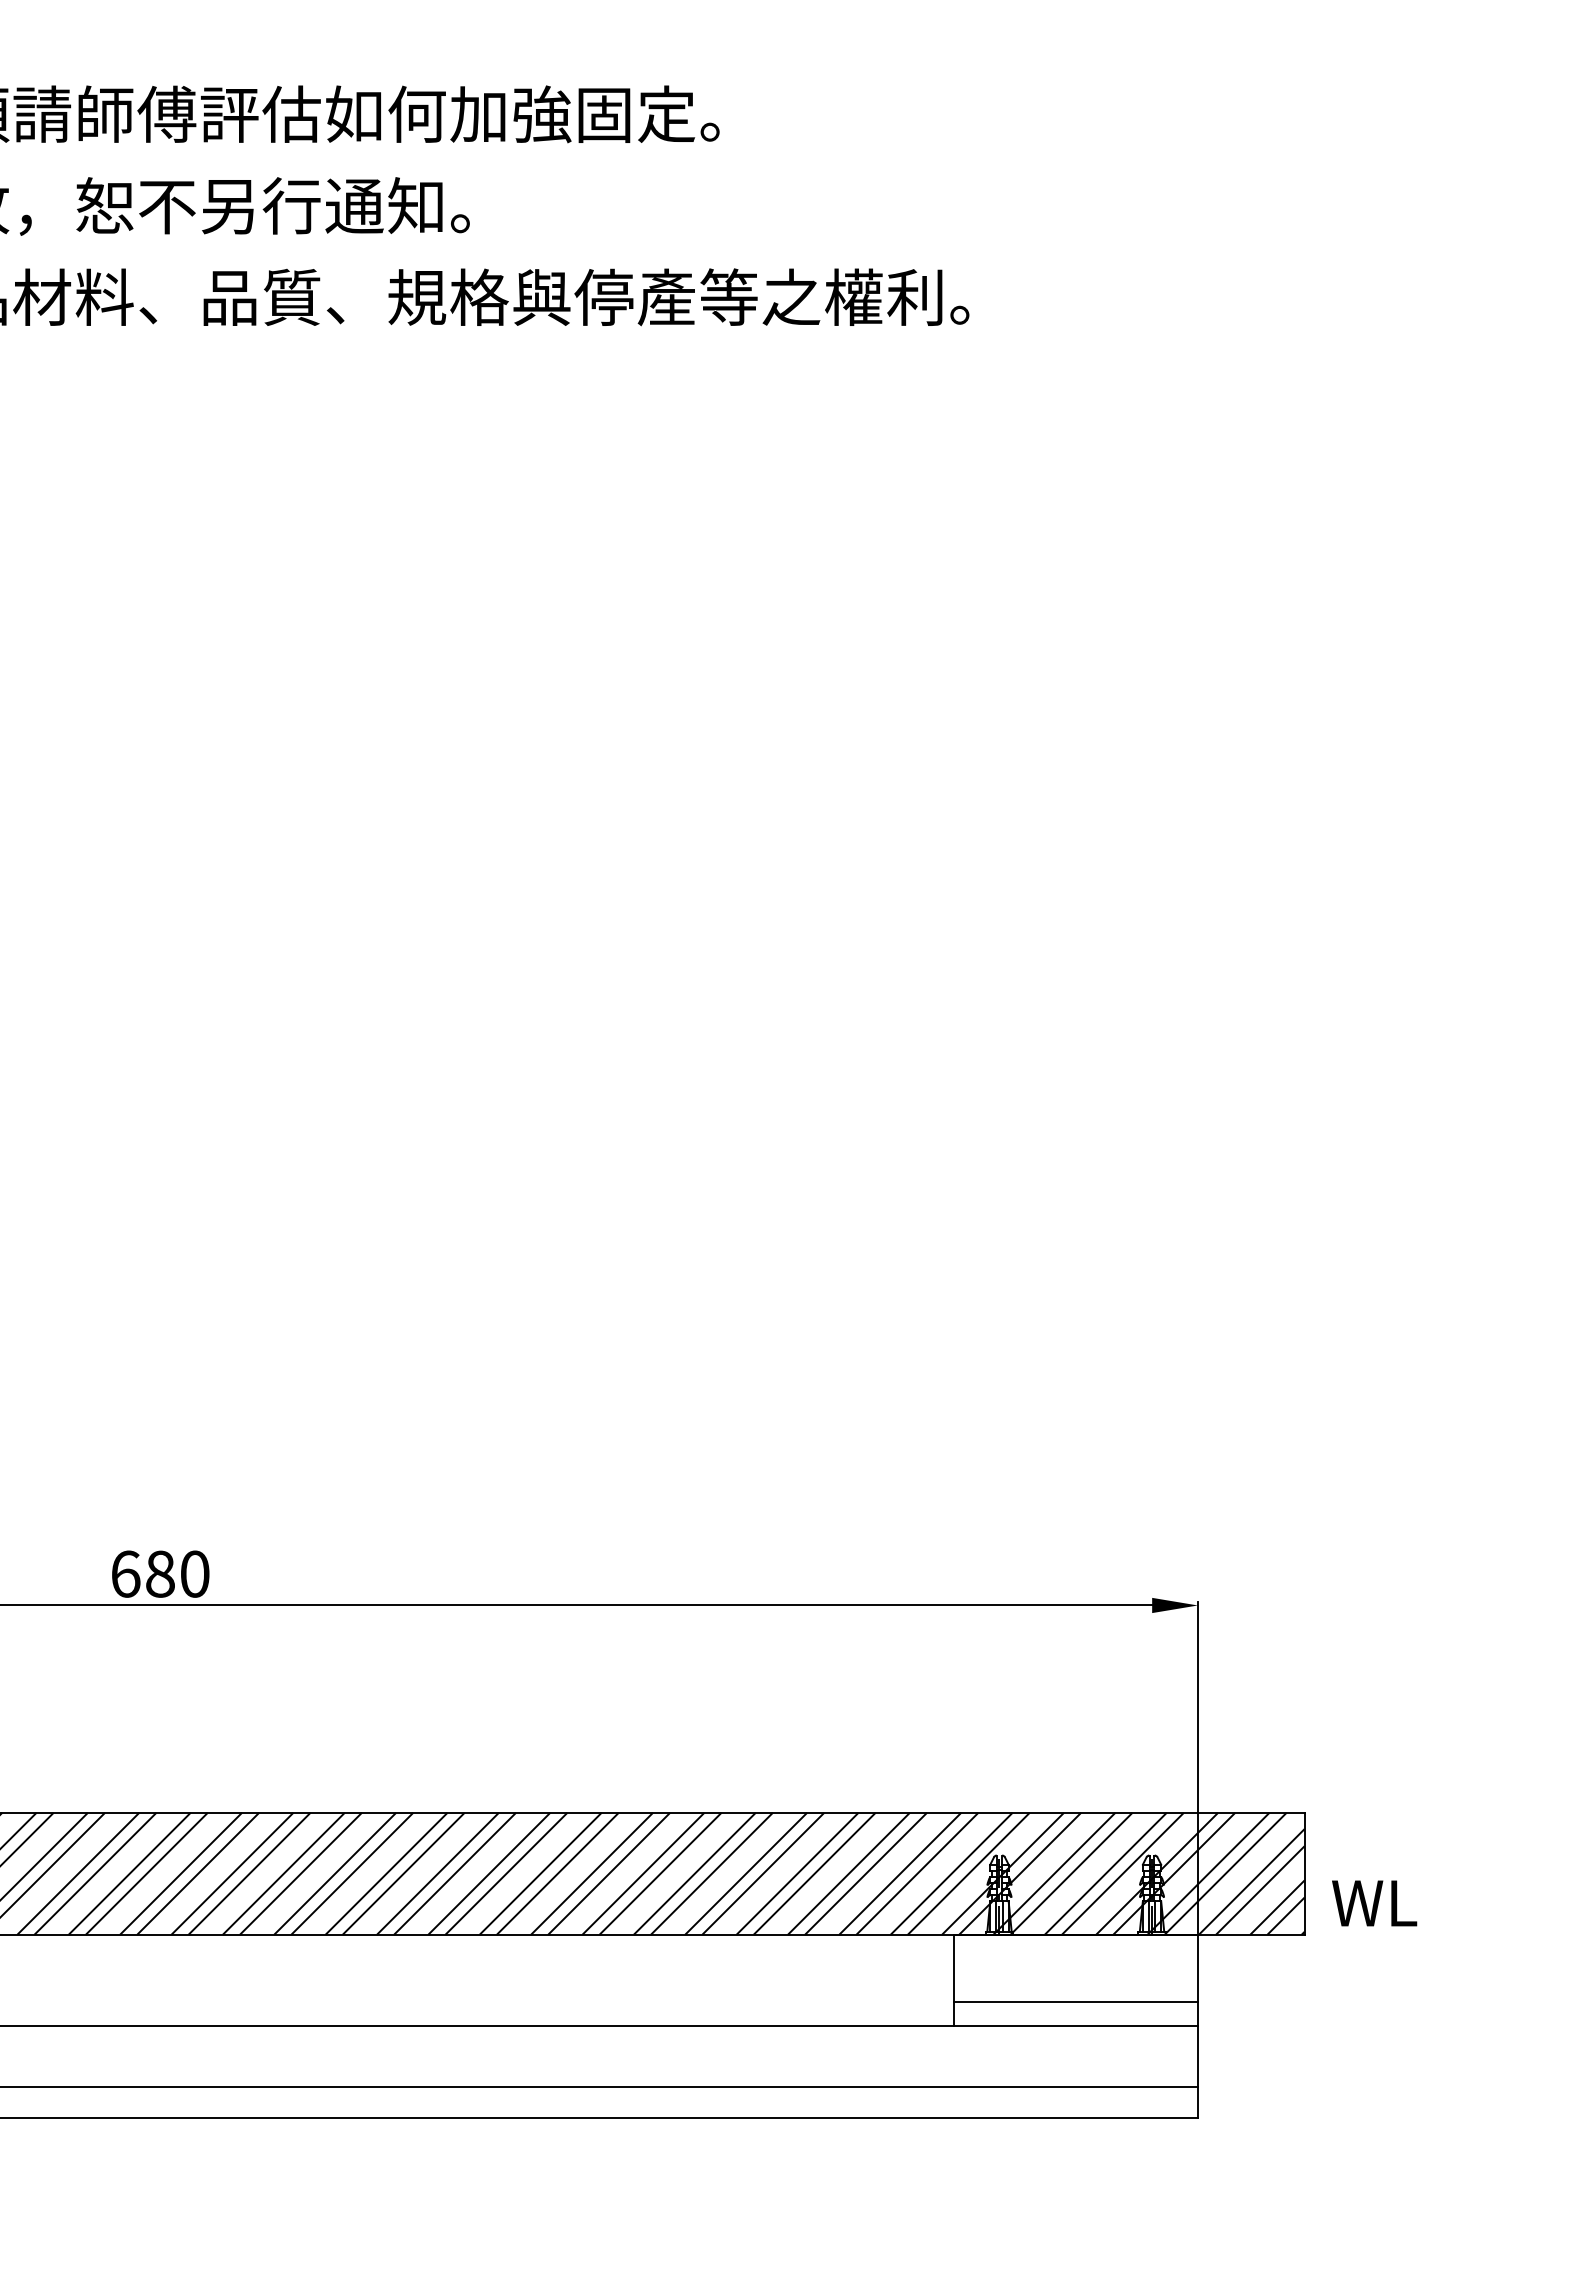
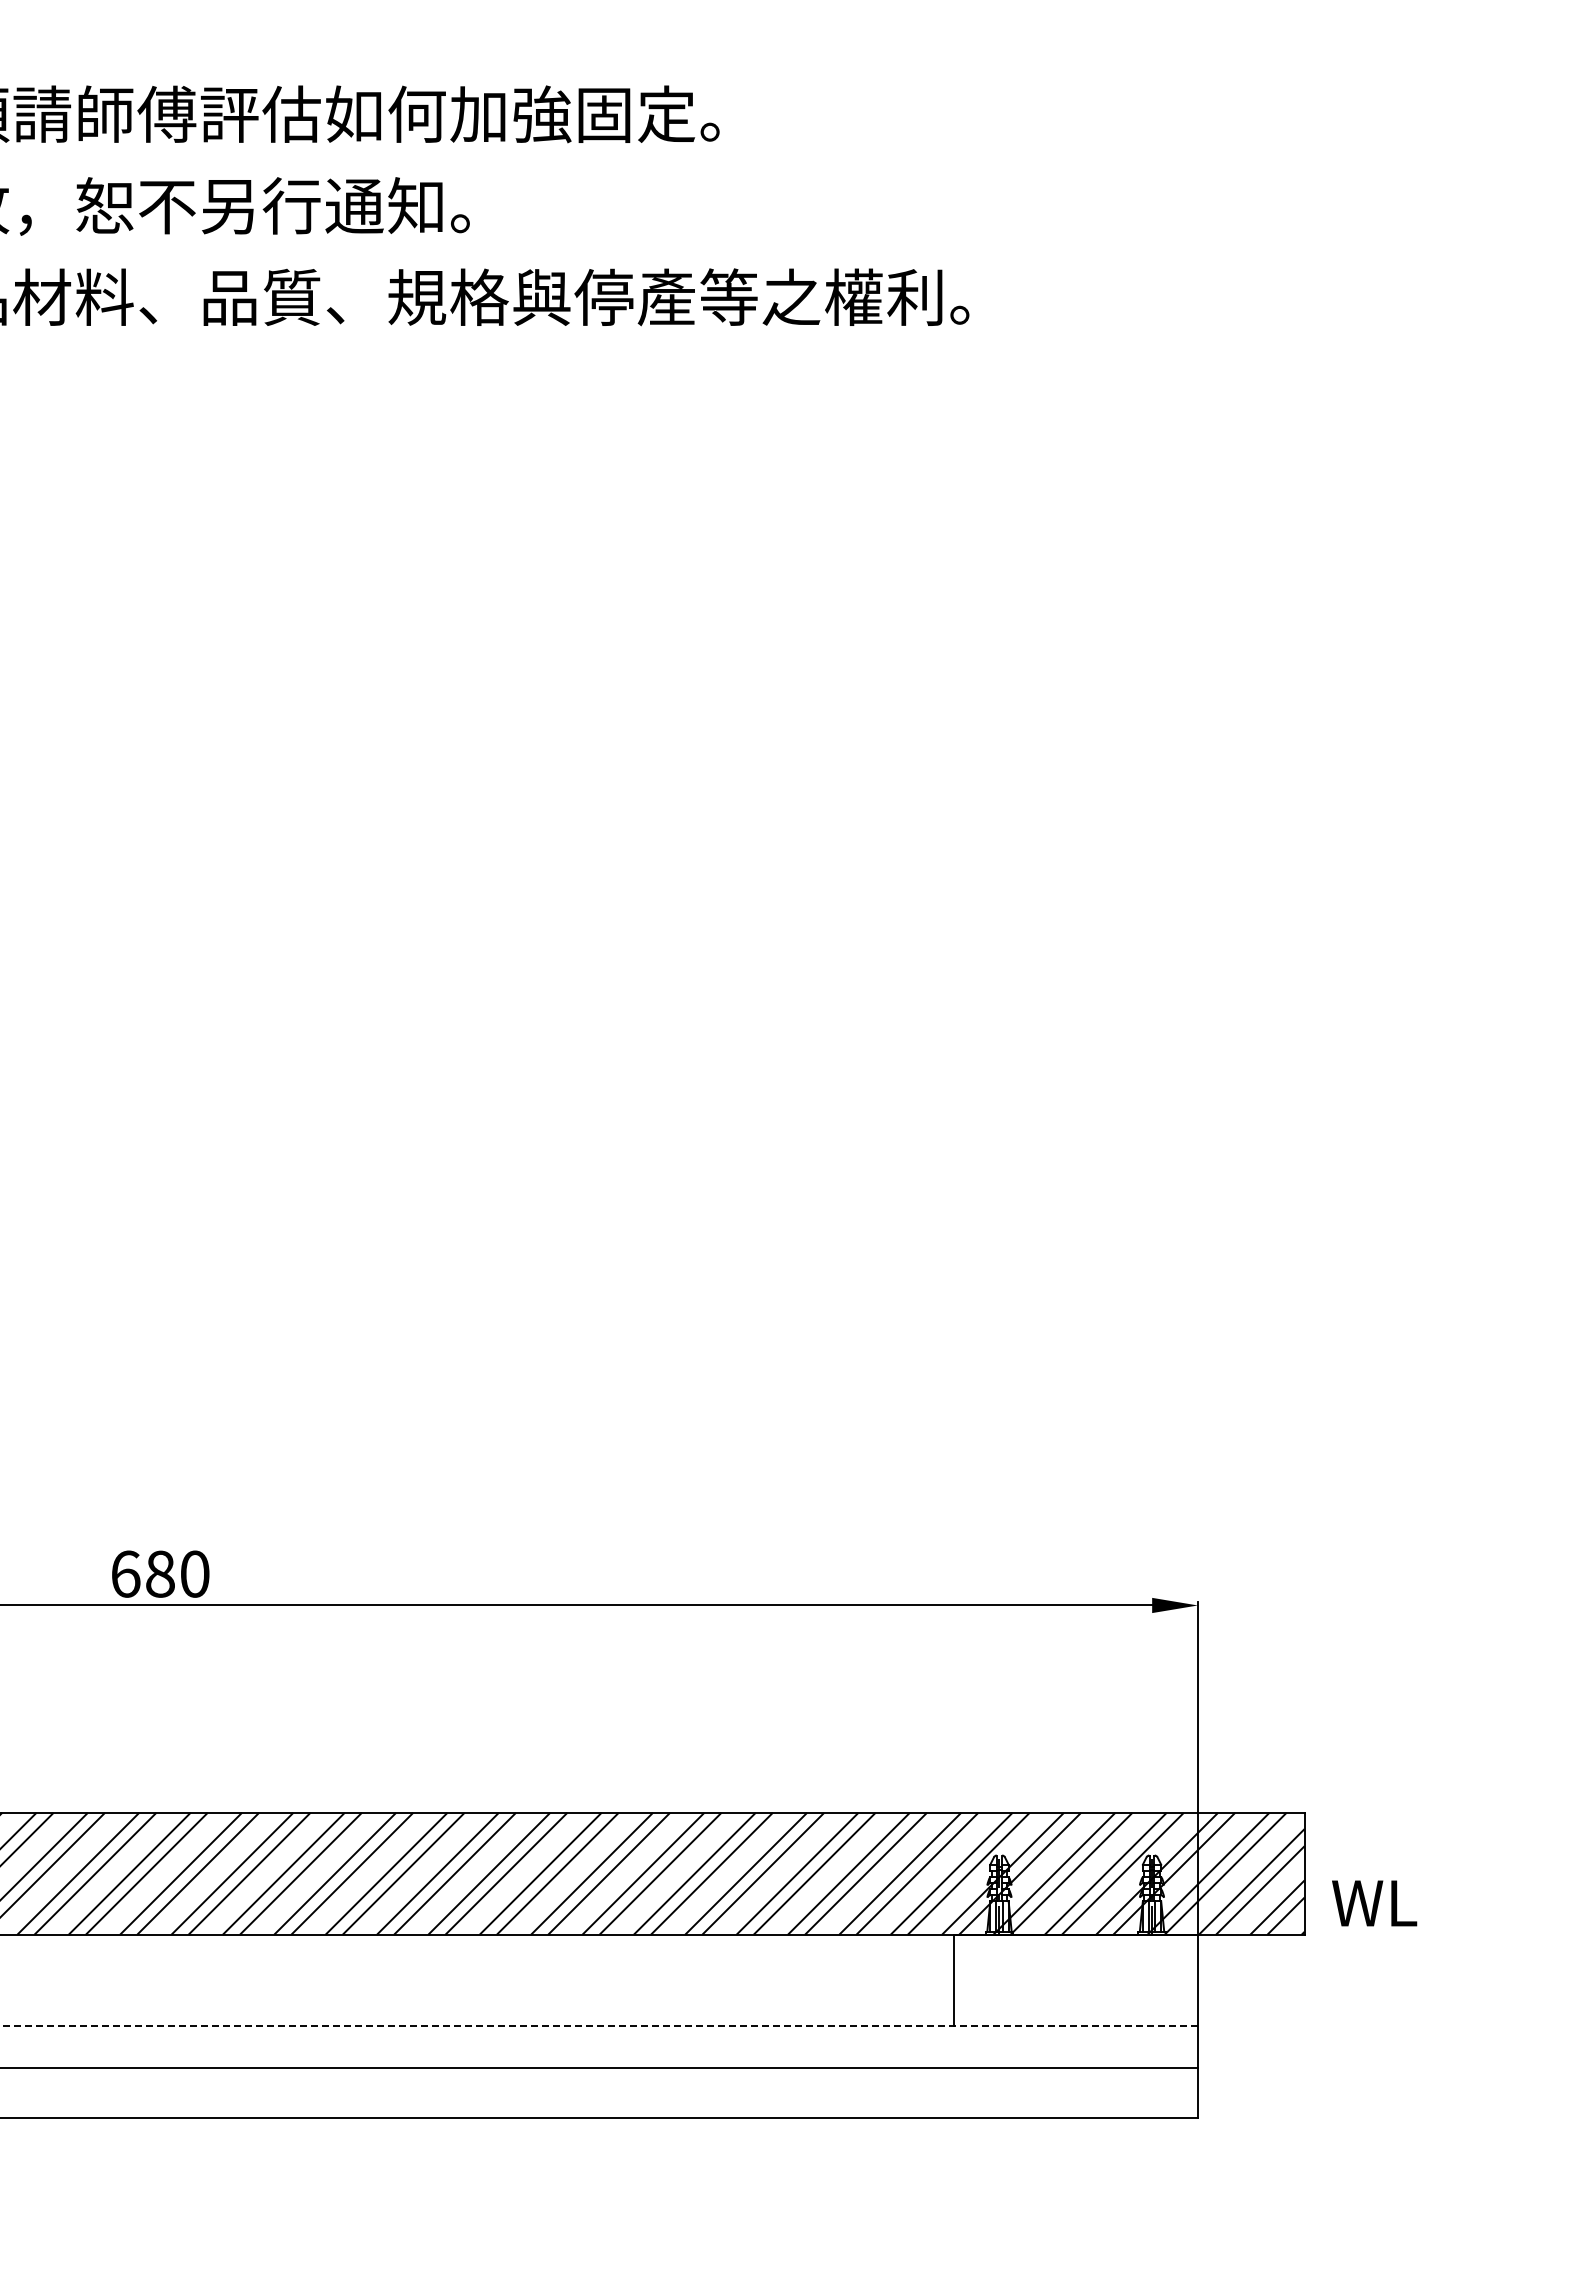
line at (1075, 2001): present -> none
line at (598, 2026): solid -> dashed
line at (599, 2087) position: (599, 2087) -> (599, 2068)
